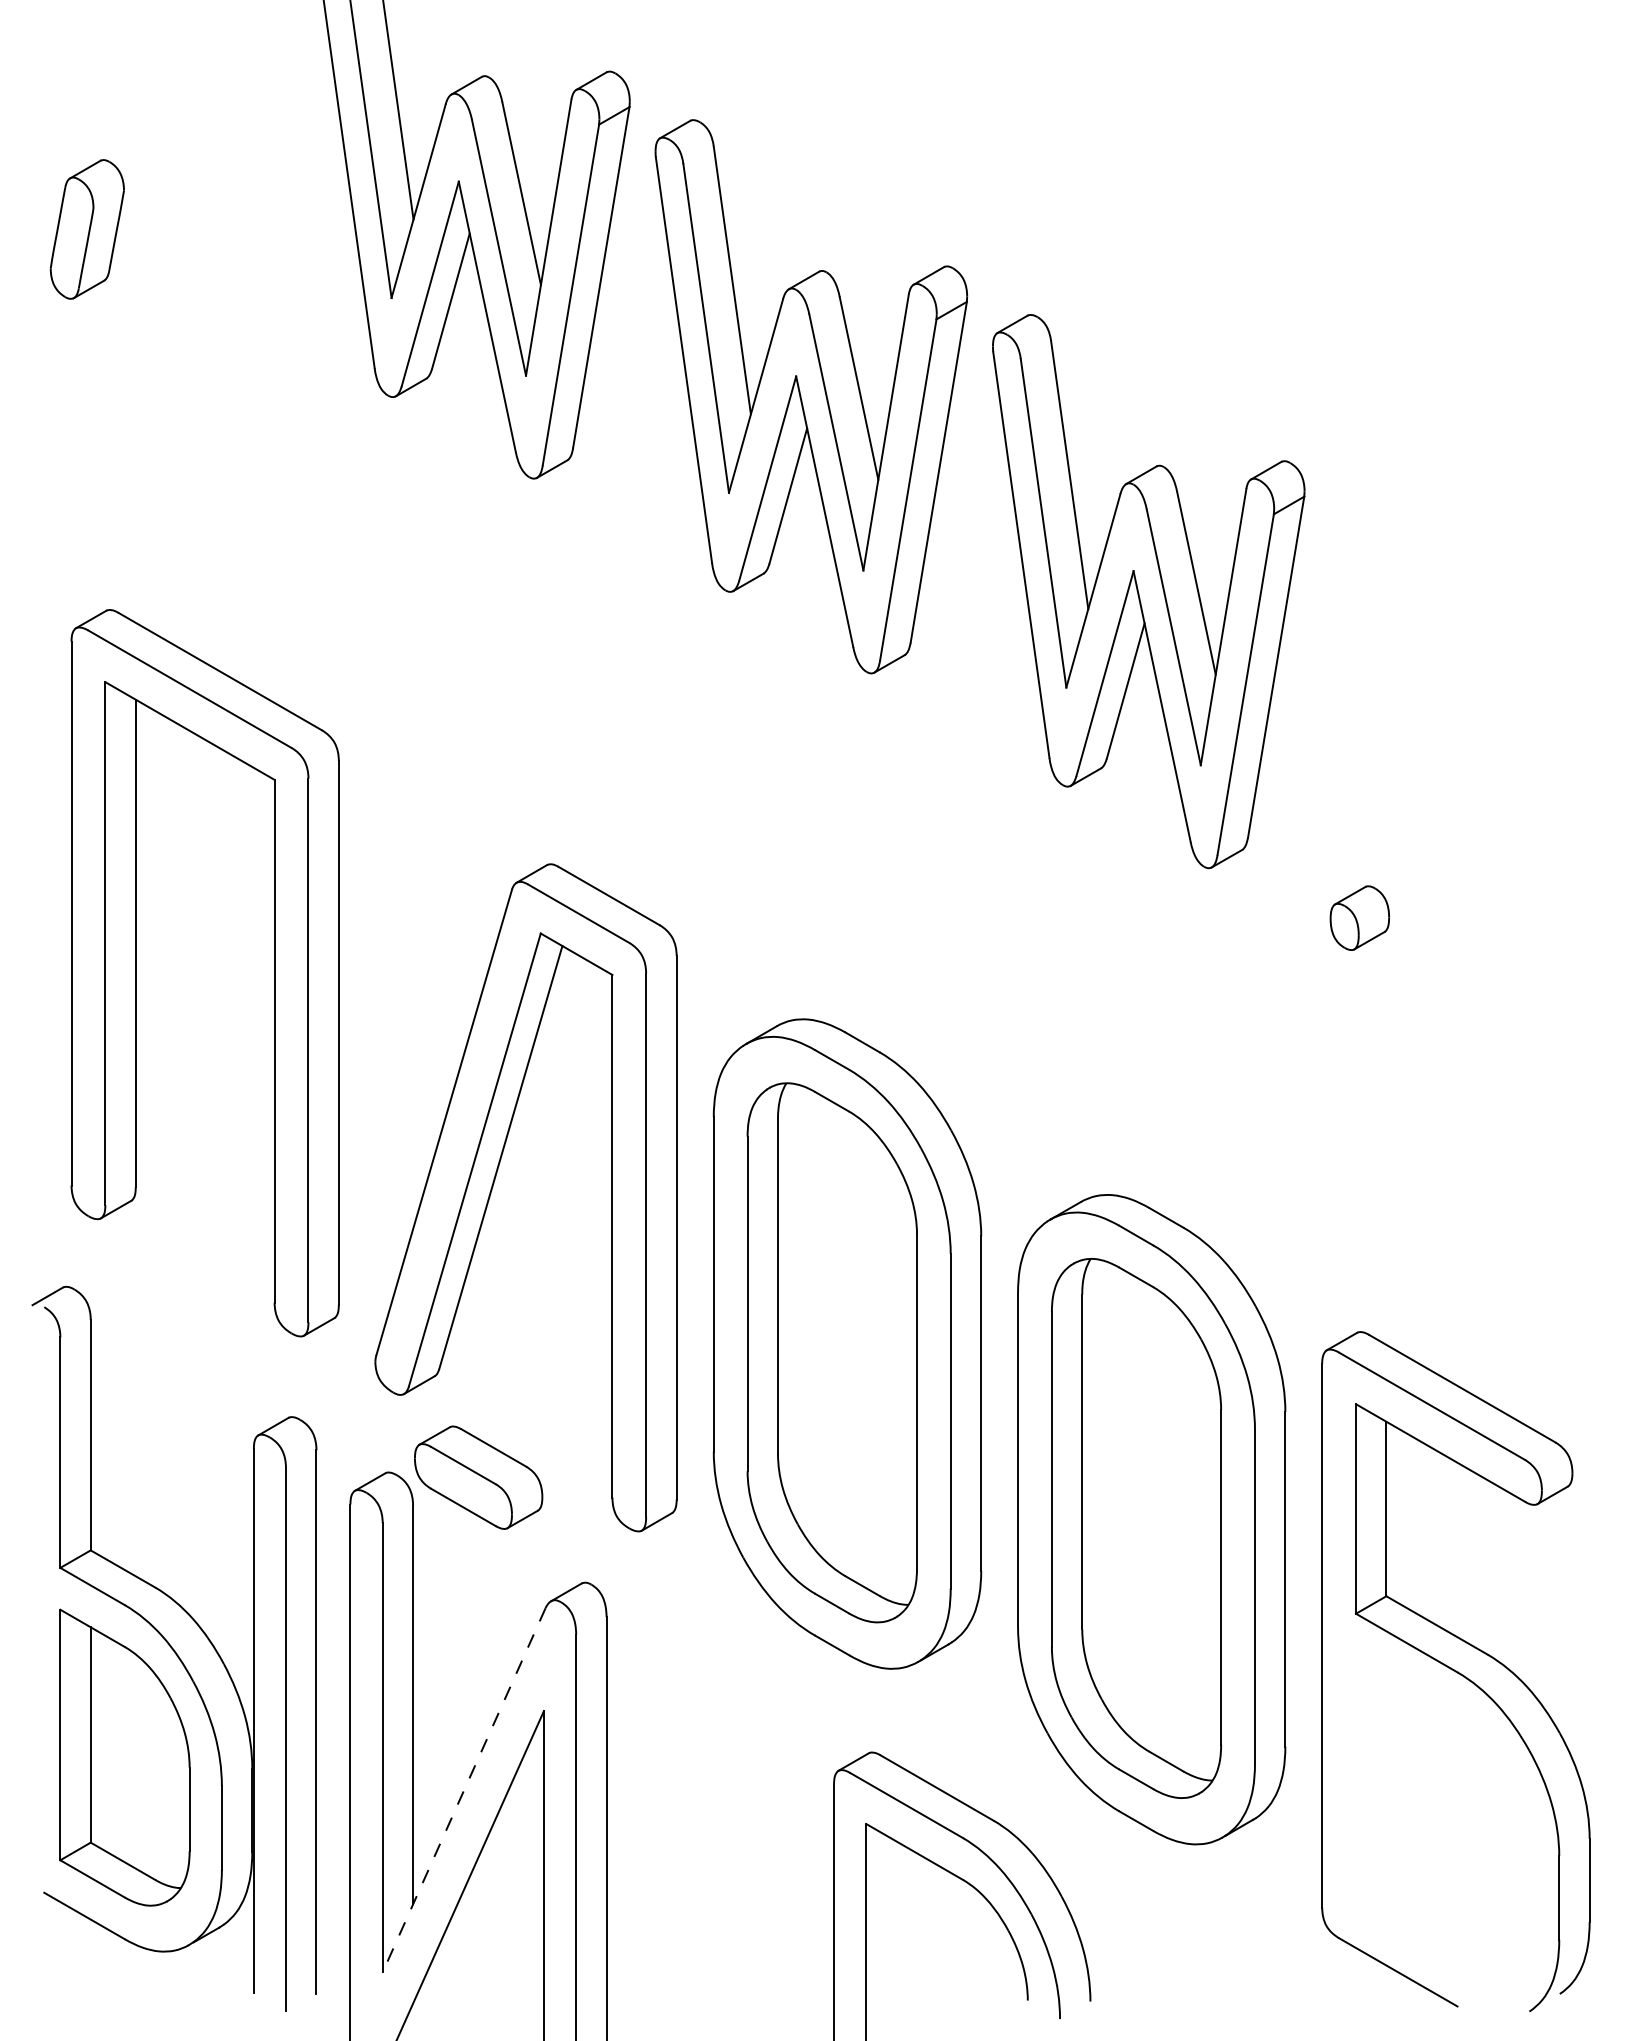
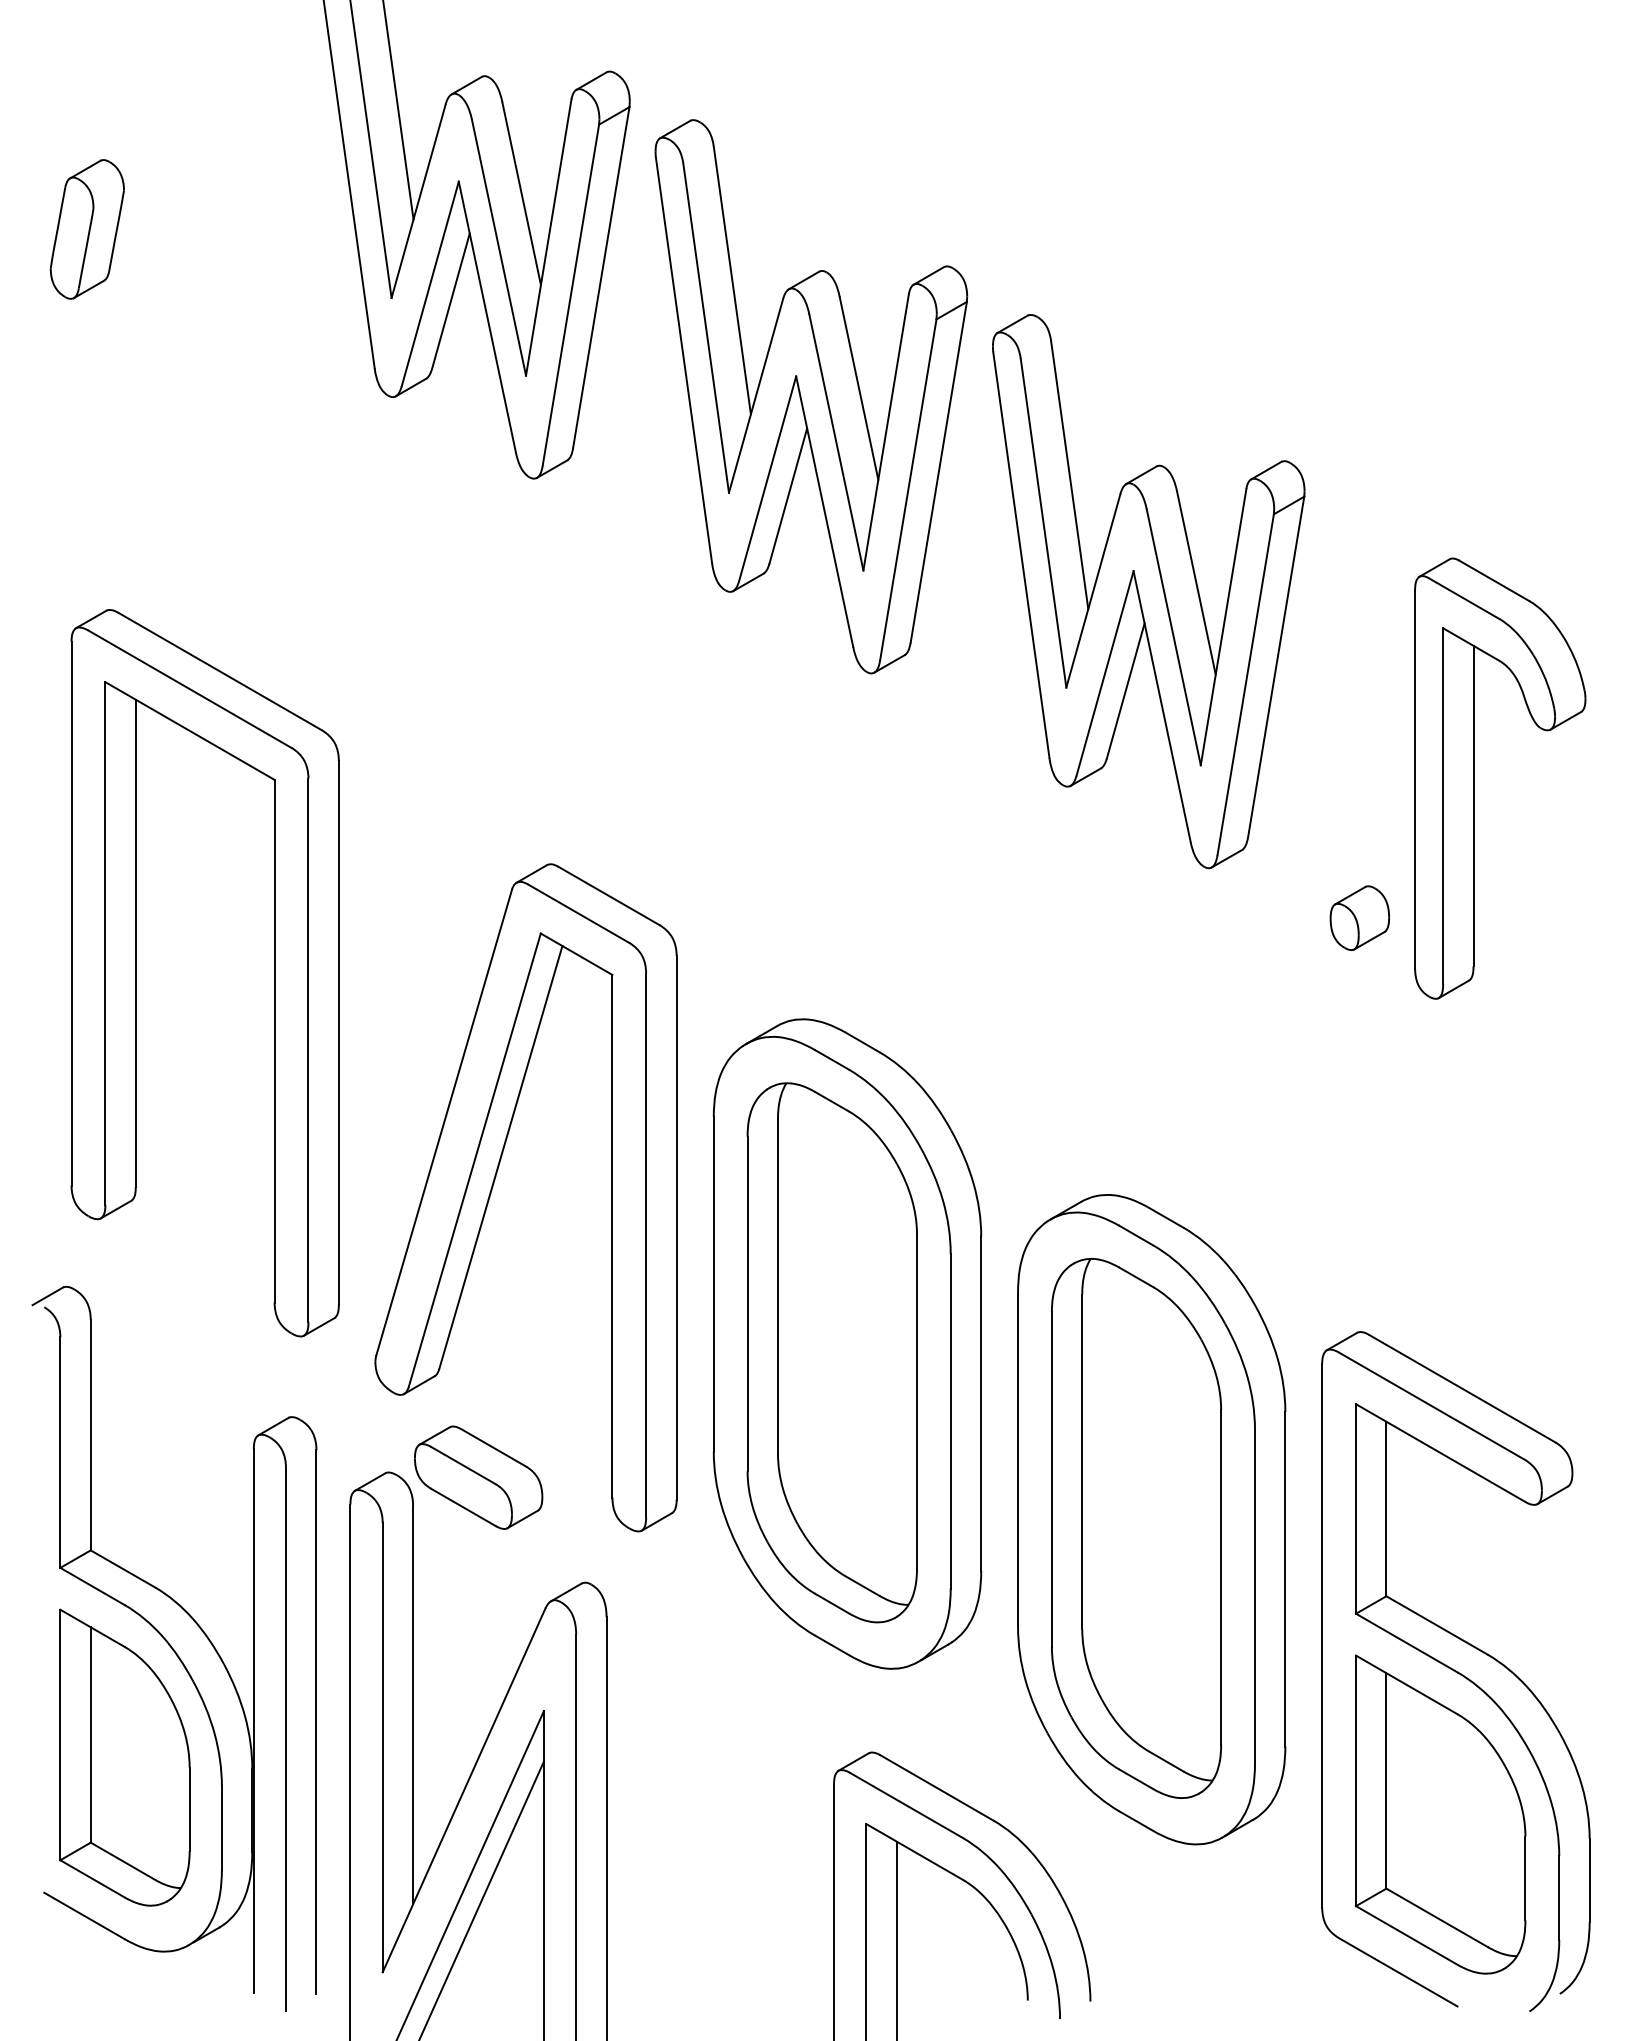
part at (1474, 778): none -> present
line at (463, 1790): dashed -> solid
part at (1440, 1814): none -> present
line at (481, 1899): none -> present
line at (896, 1939): none -> present
